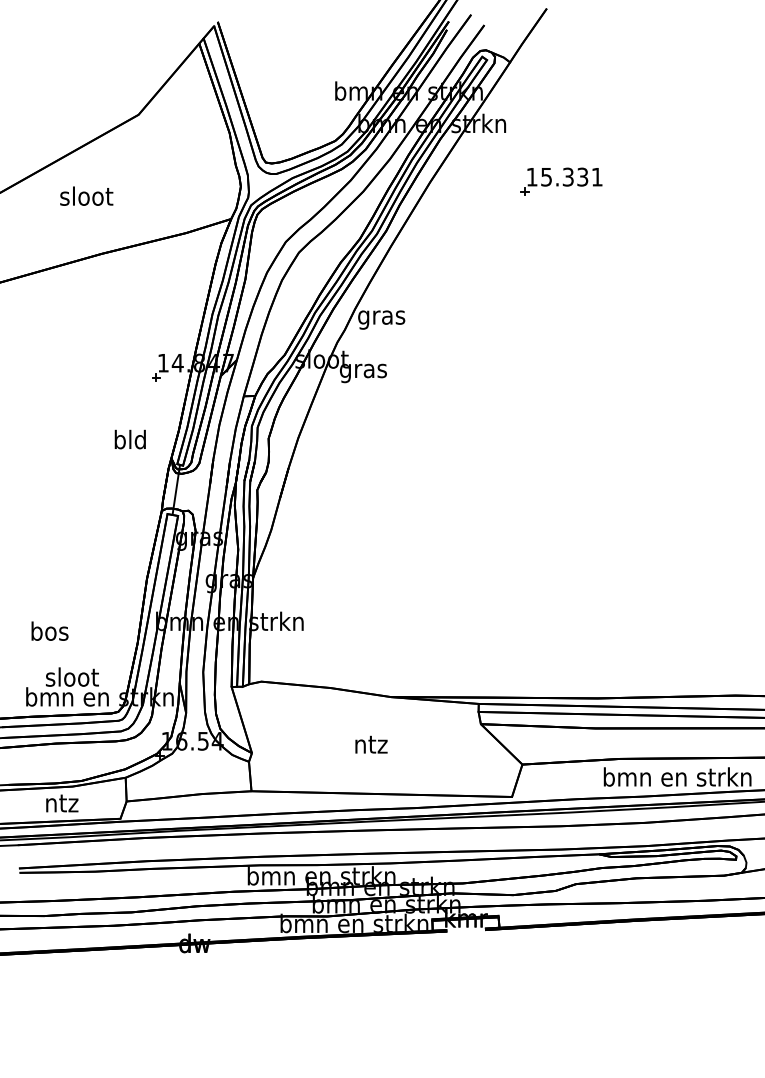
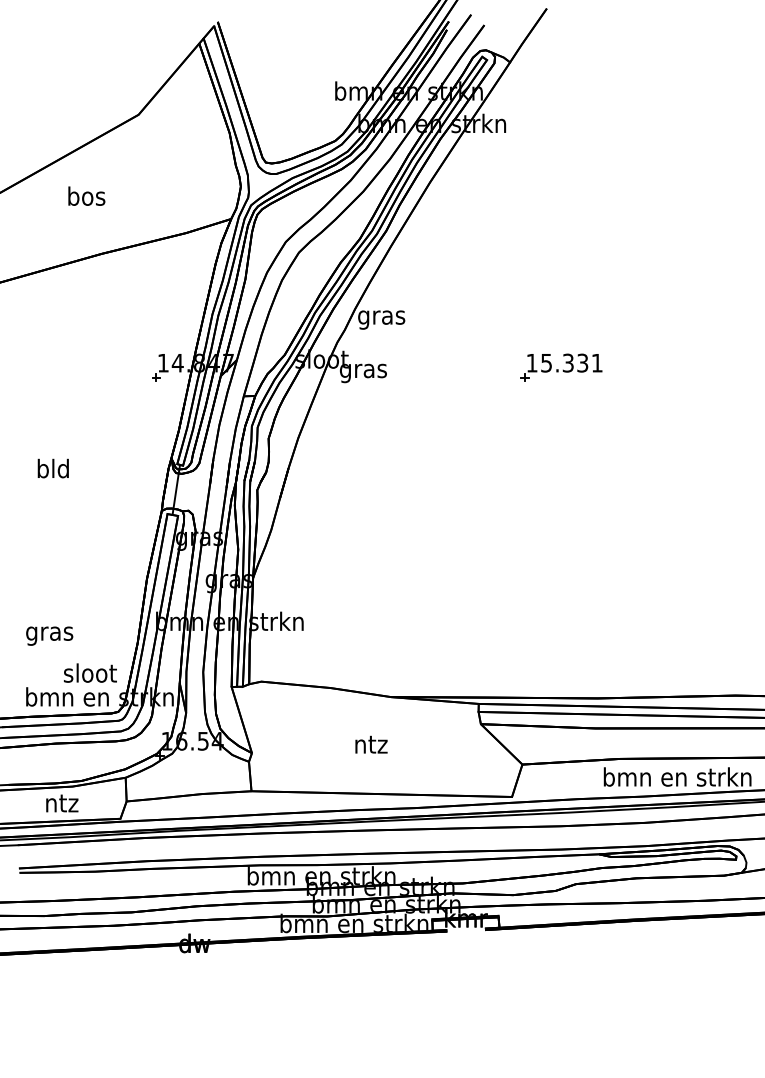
part at (561, 181) position: (561, 181) -> (561, 367)
text at (86, 195): sloot -> bos
text at (129, 439) position: (129, 439) -> (52, 468)
text at (49, 633): bos -> gras
text at (72, 676) position: (72, 676) -> (90, 672)
